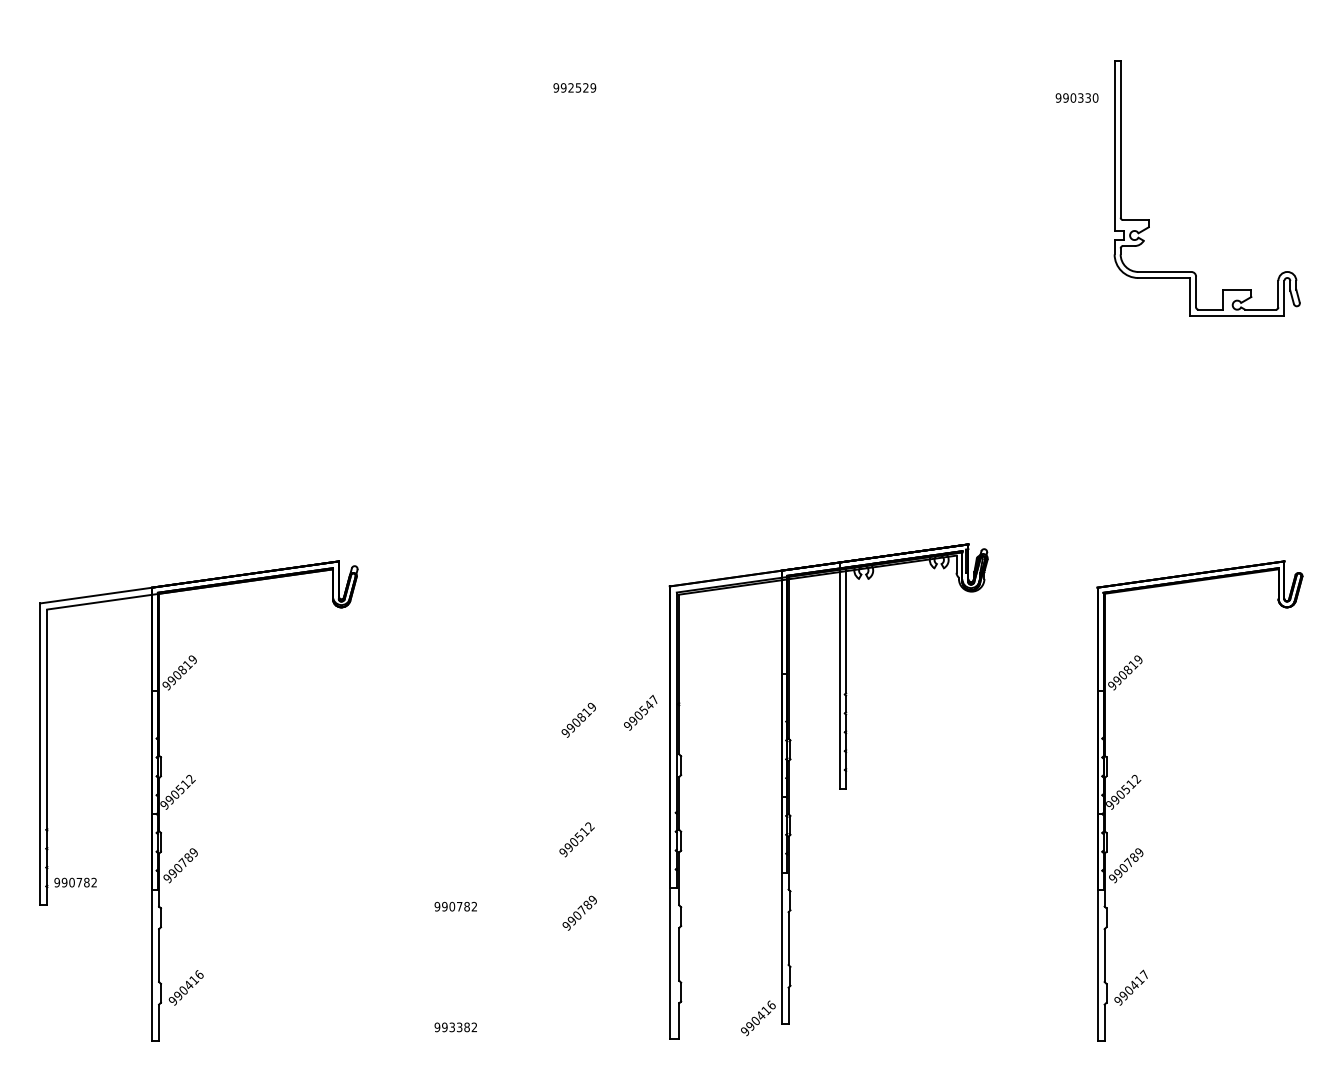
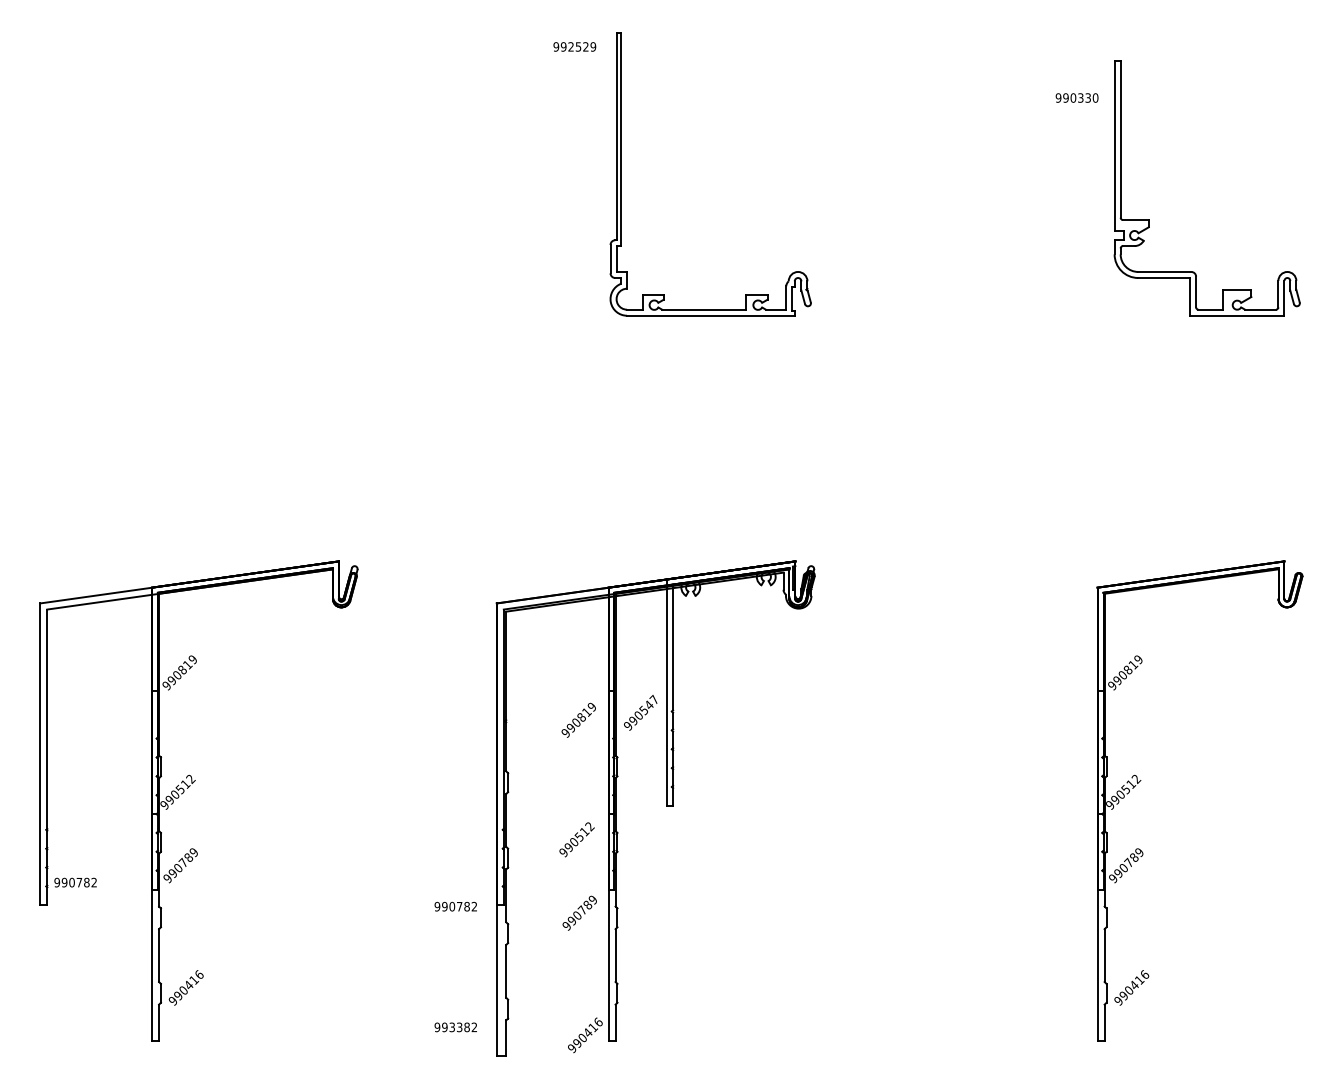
text at (574, 87) position: (574, 87) -> (574, 46)
part at (621, 174): none -> present
part at (839, 789) position: (839, 789) -> (666, 806)
text at (1144, 973): 990417 -> 990416
